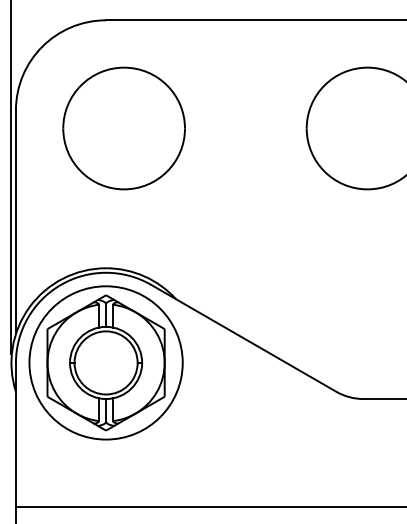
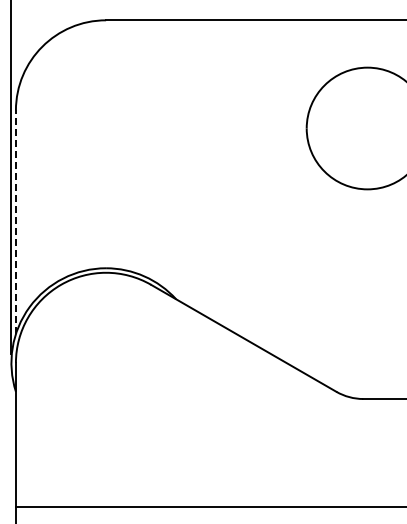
part at (123, 128): present -> none
line at (15, 222): solid -> dashed
part at (105, 362): present -> none
